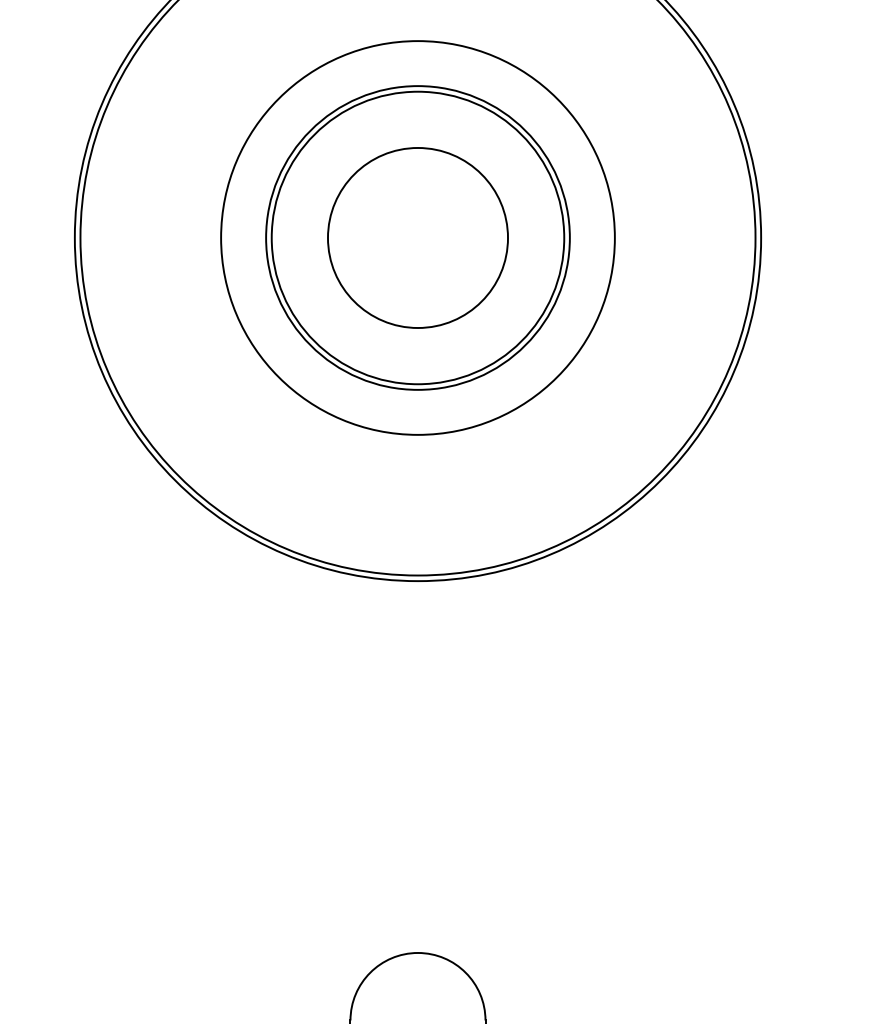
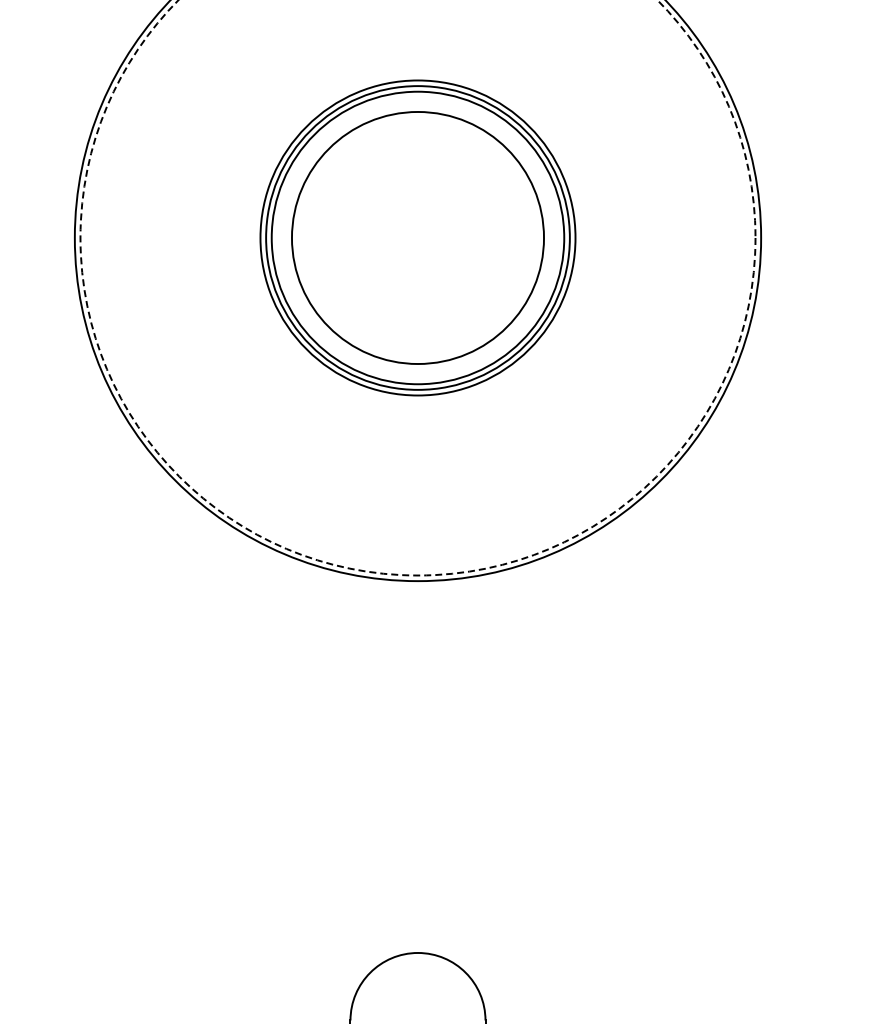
circle at (417, 237) diameter: 180 px -> 252 px
circle at (417, 237) diameter: 394 px -> 315 px
circle at (417, 287): solid -> dashed
